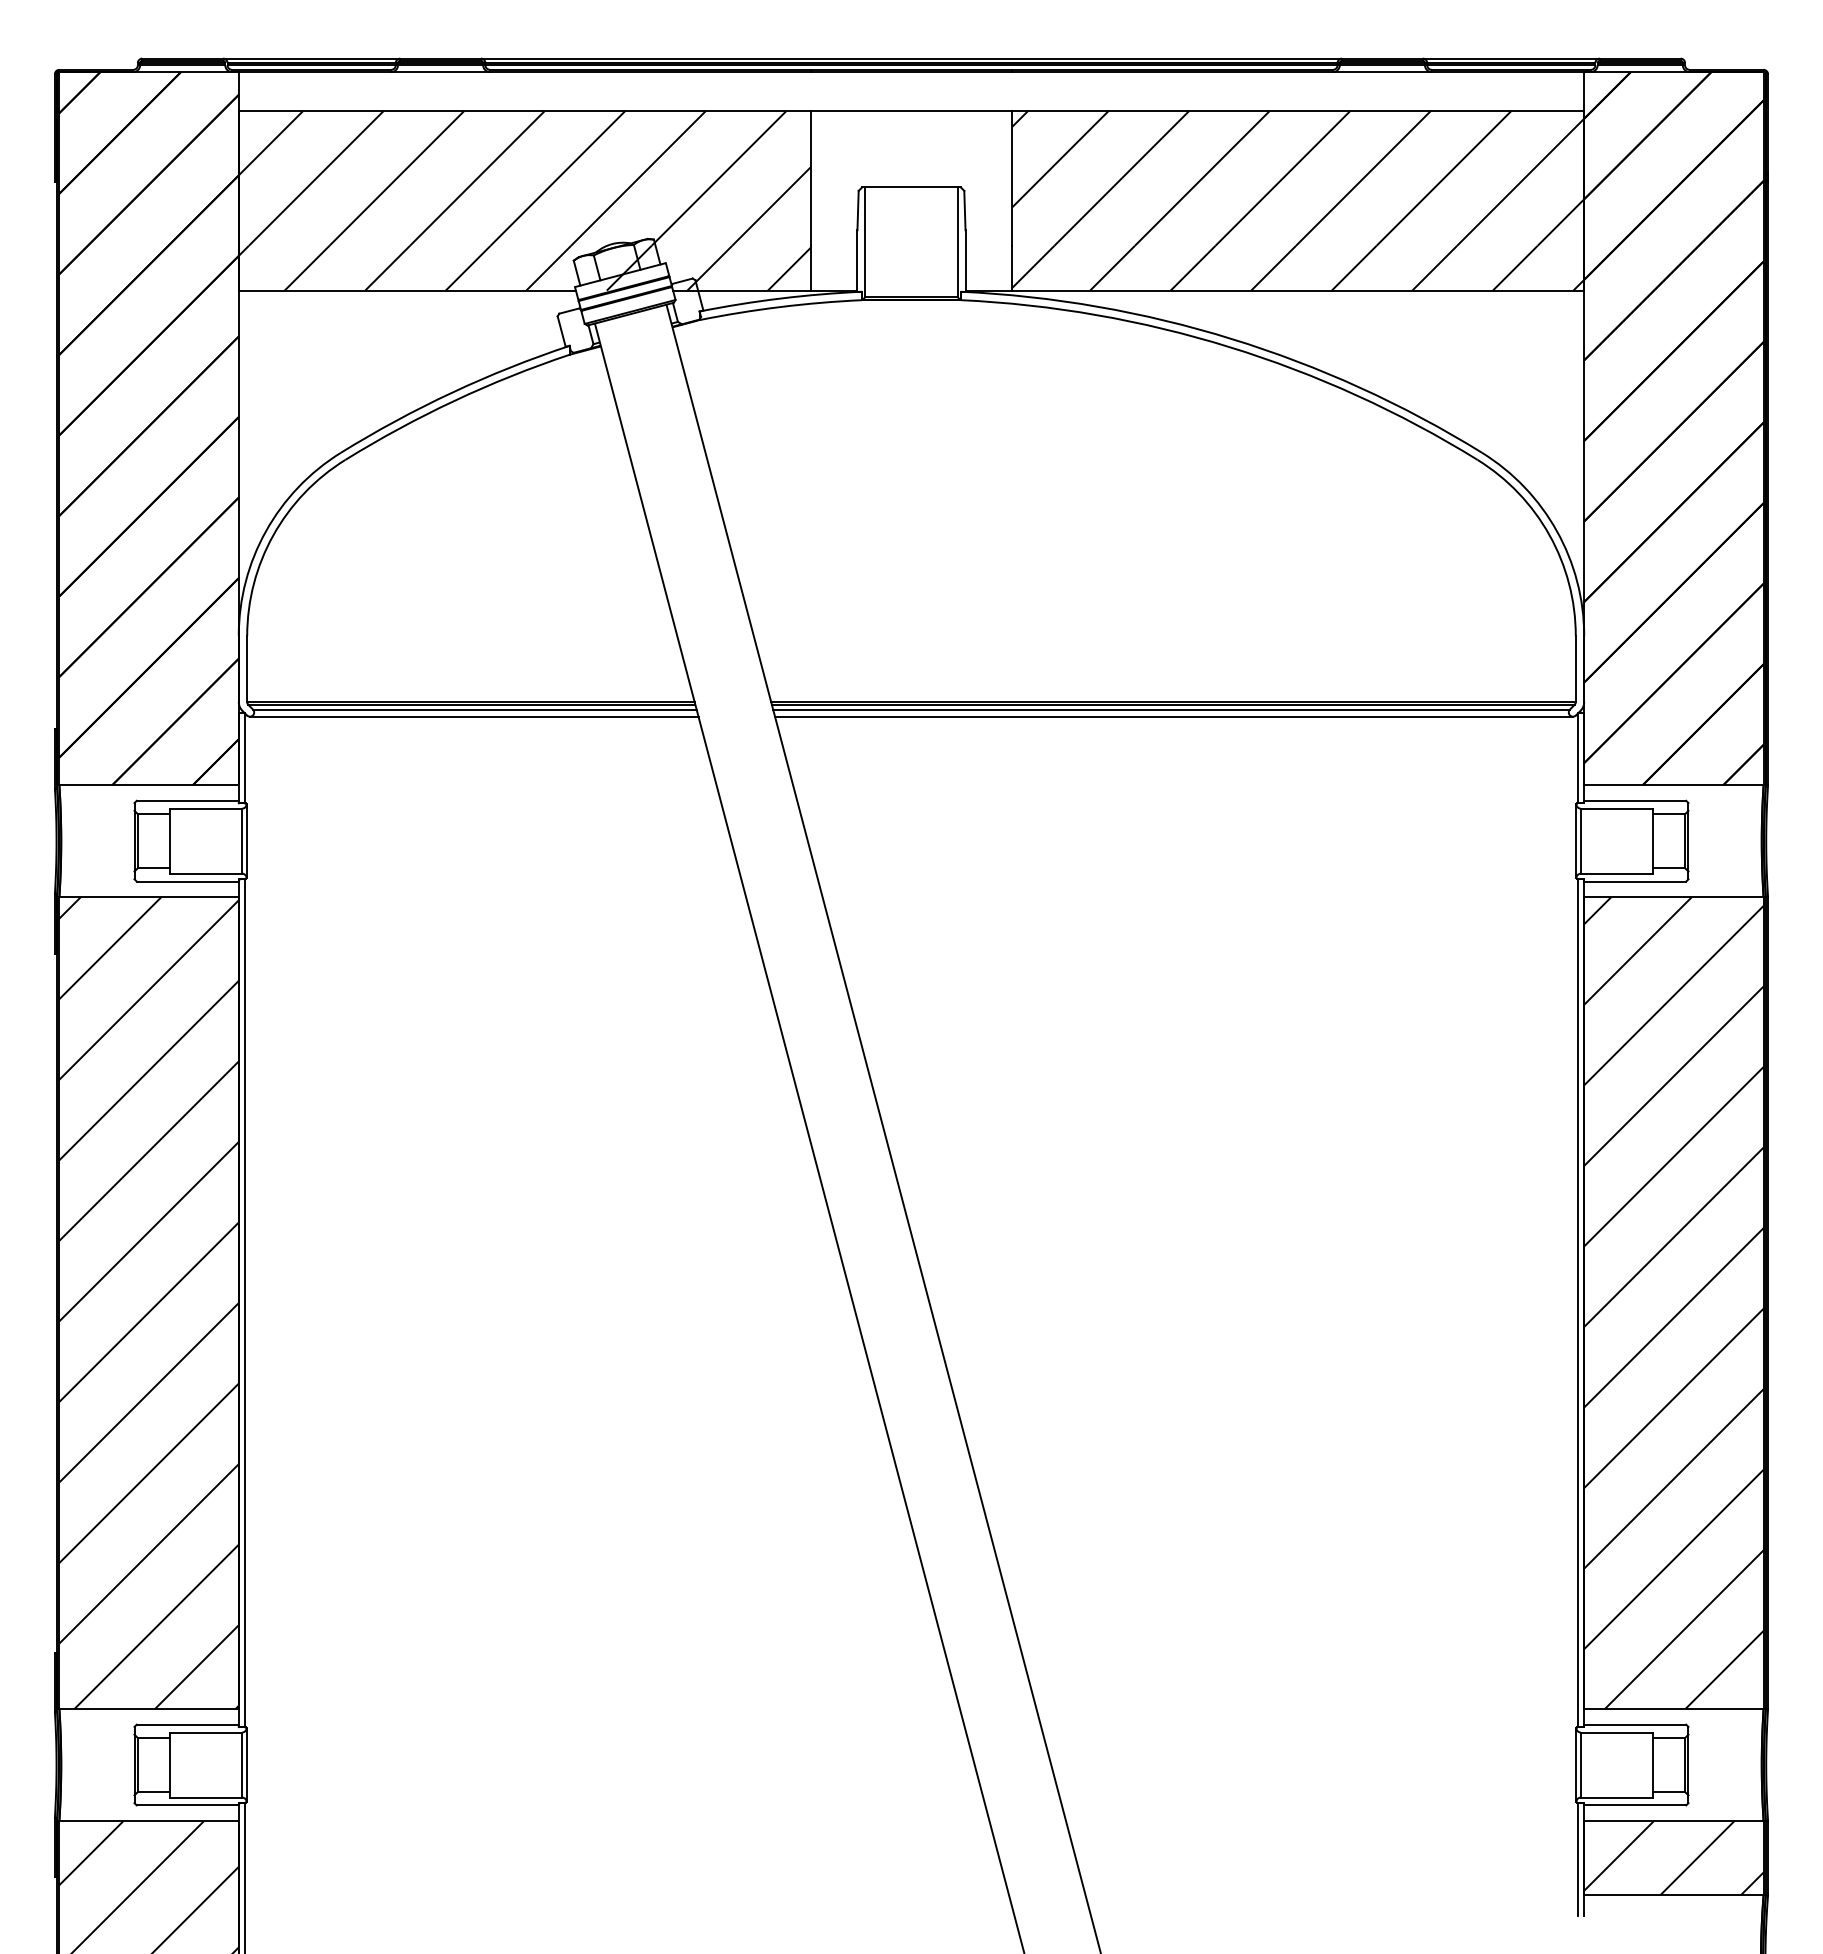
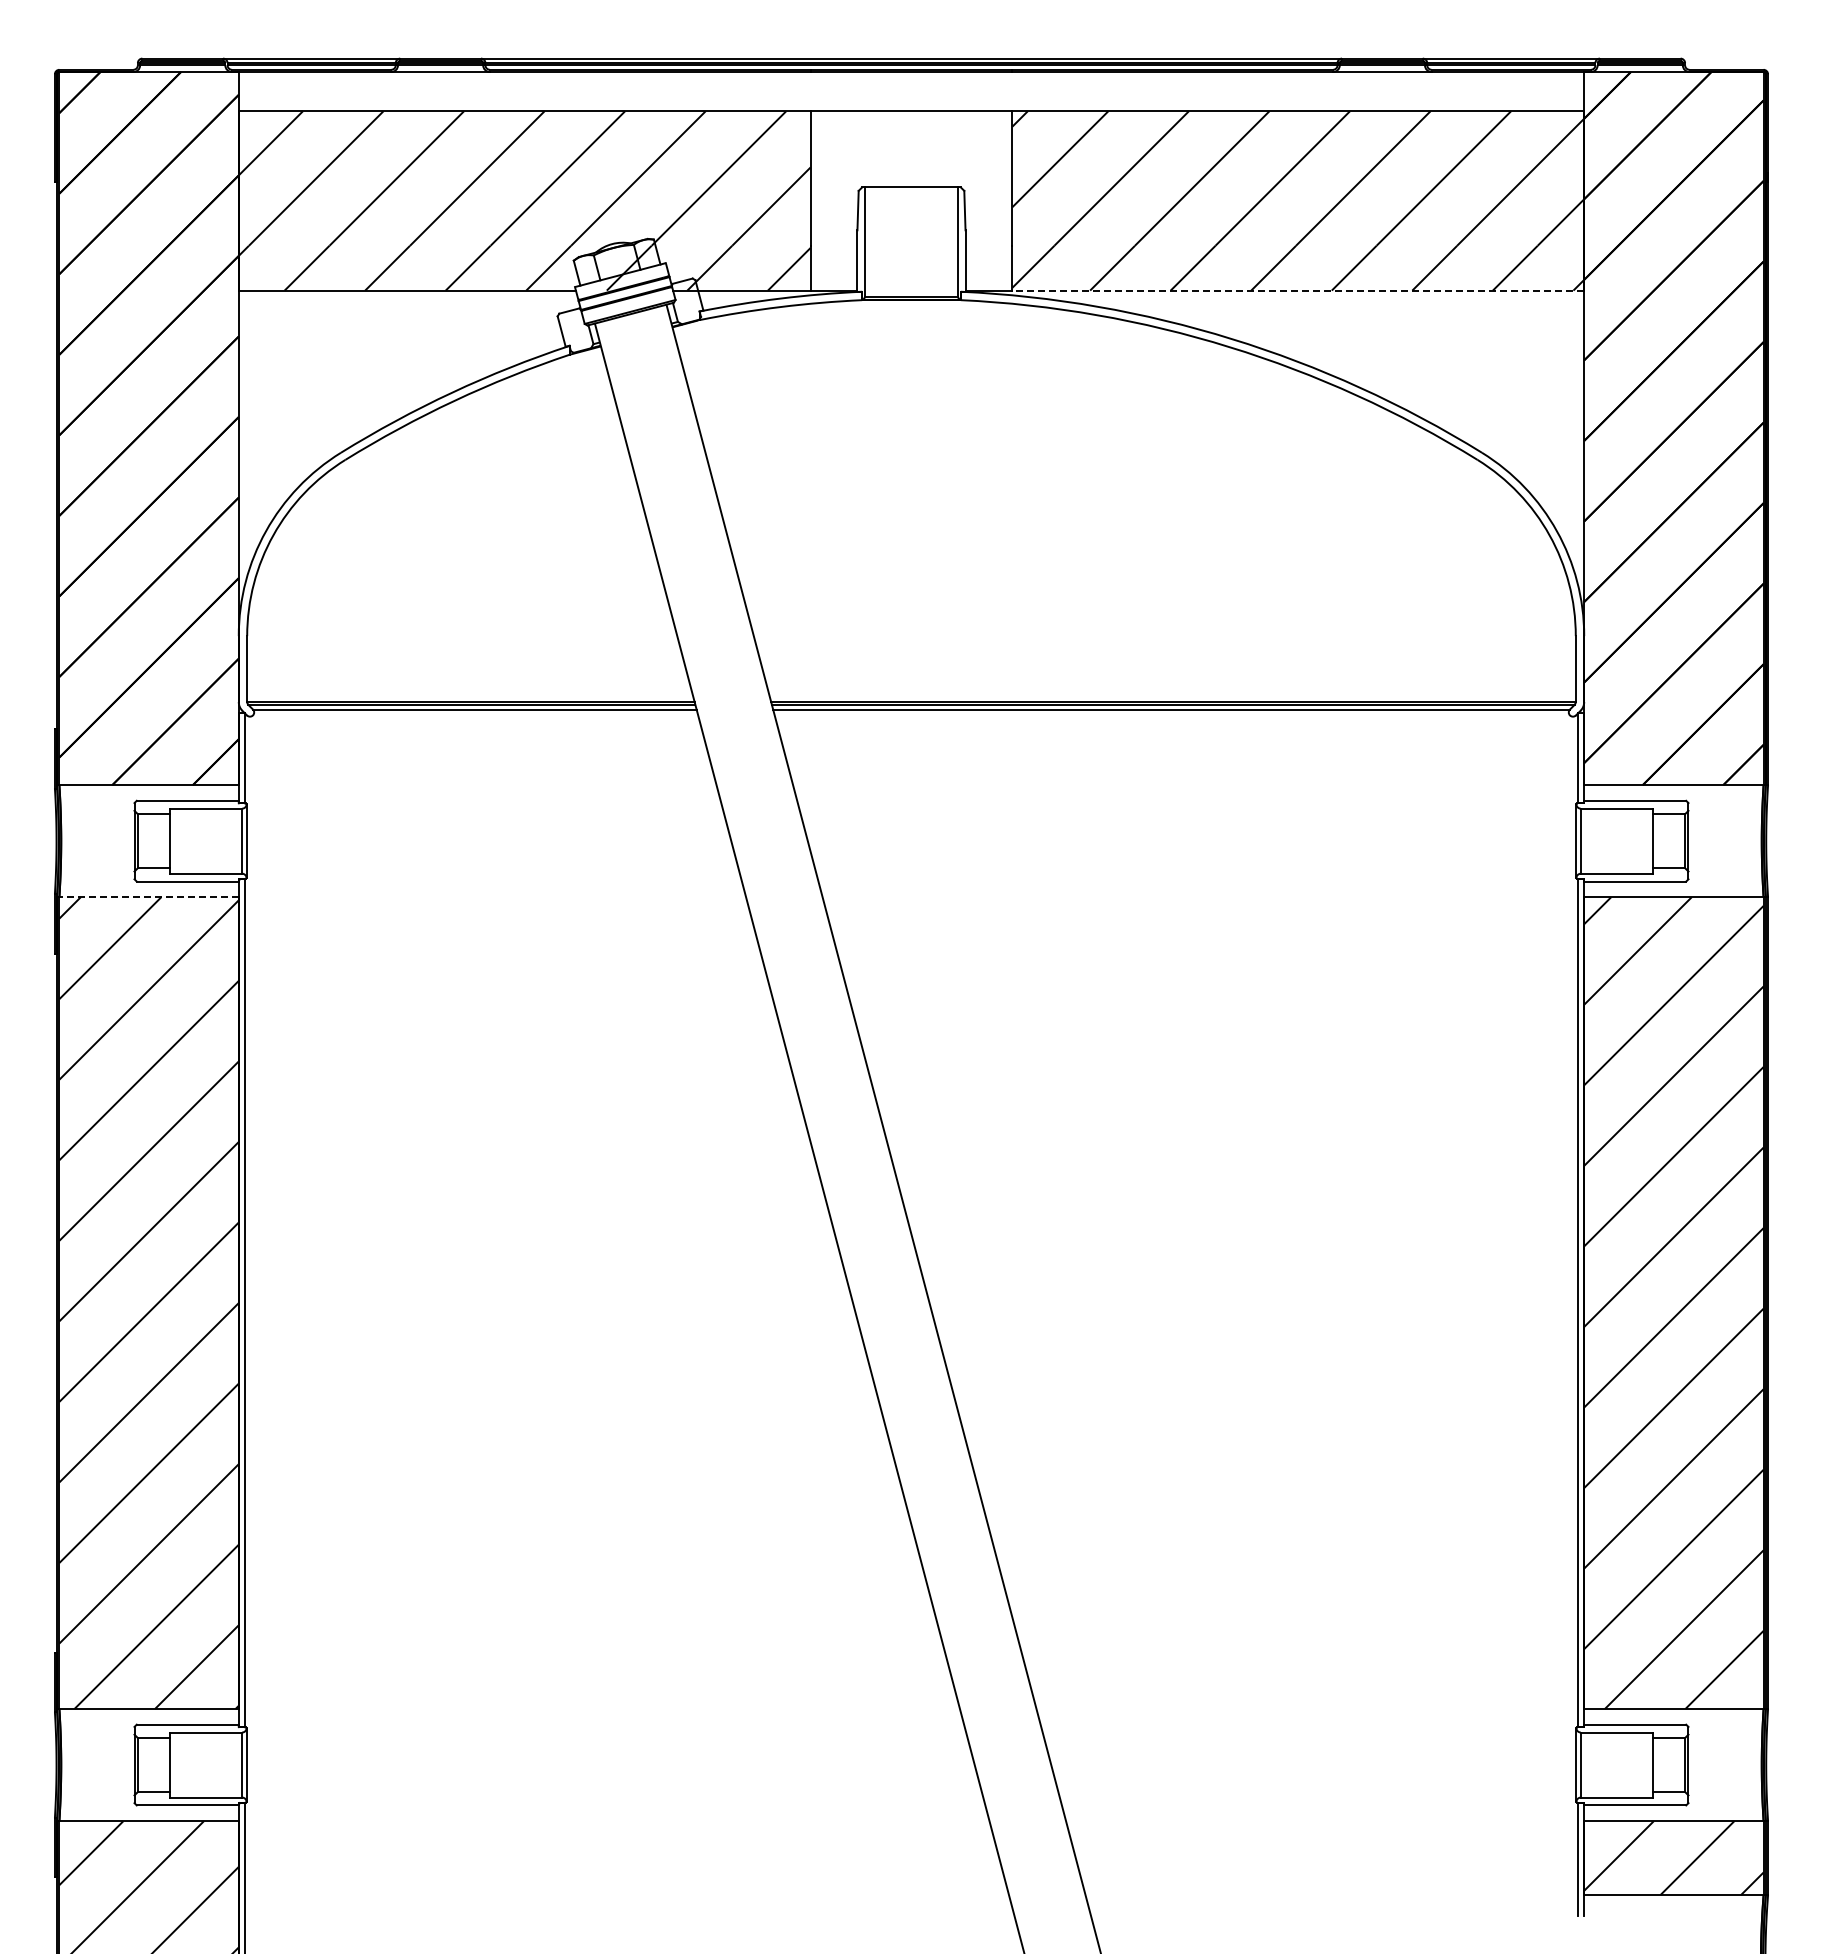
line at (1298, 290): solid -> dashed
line at (474, 716): present -> none
line at (1173, 716): present -> none
line at (149, 897): solid -> dashed
